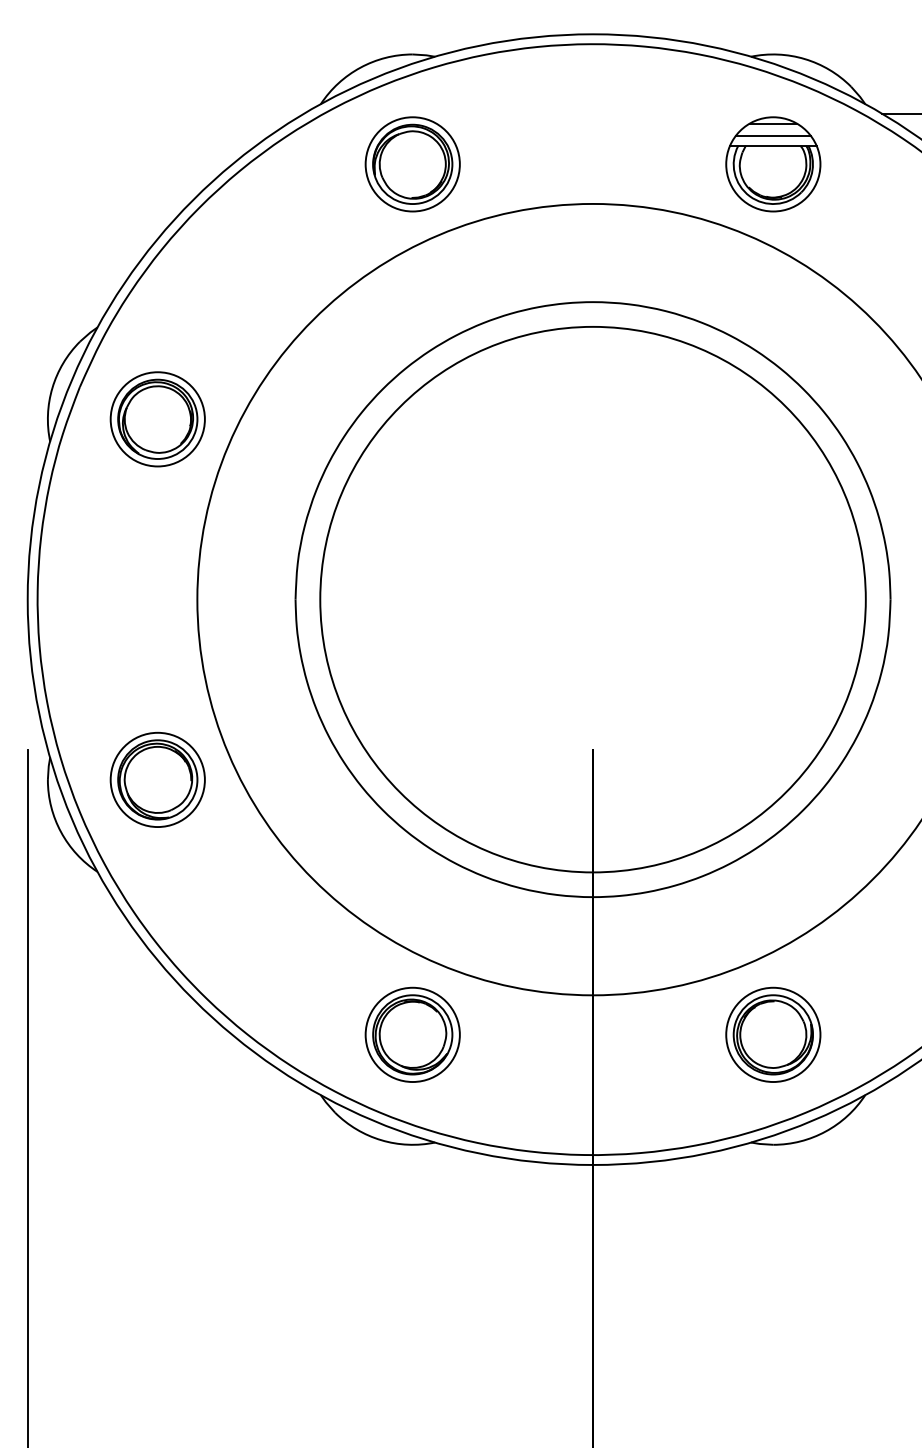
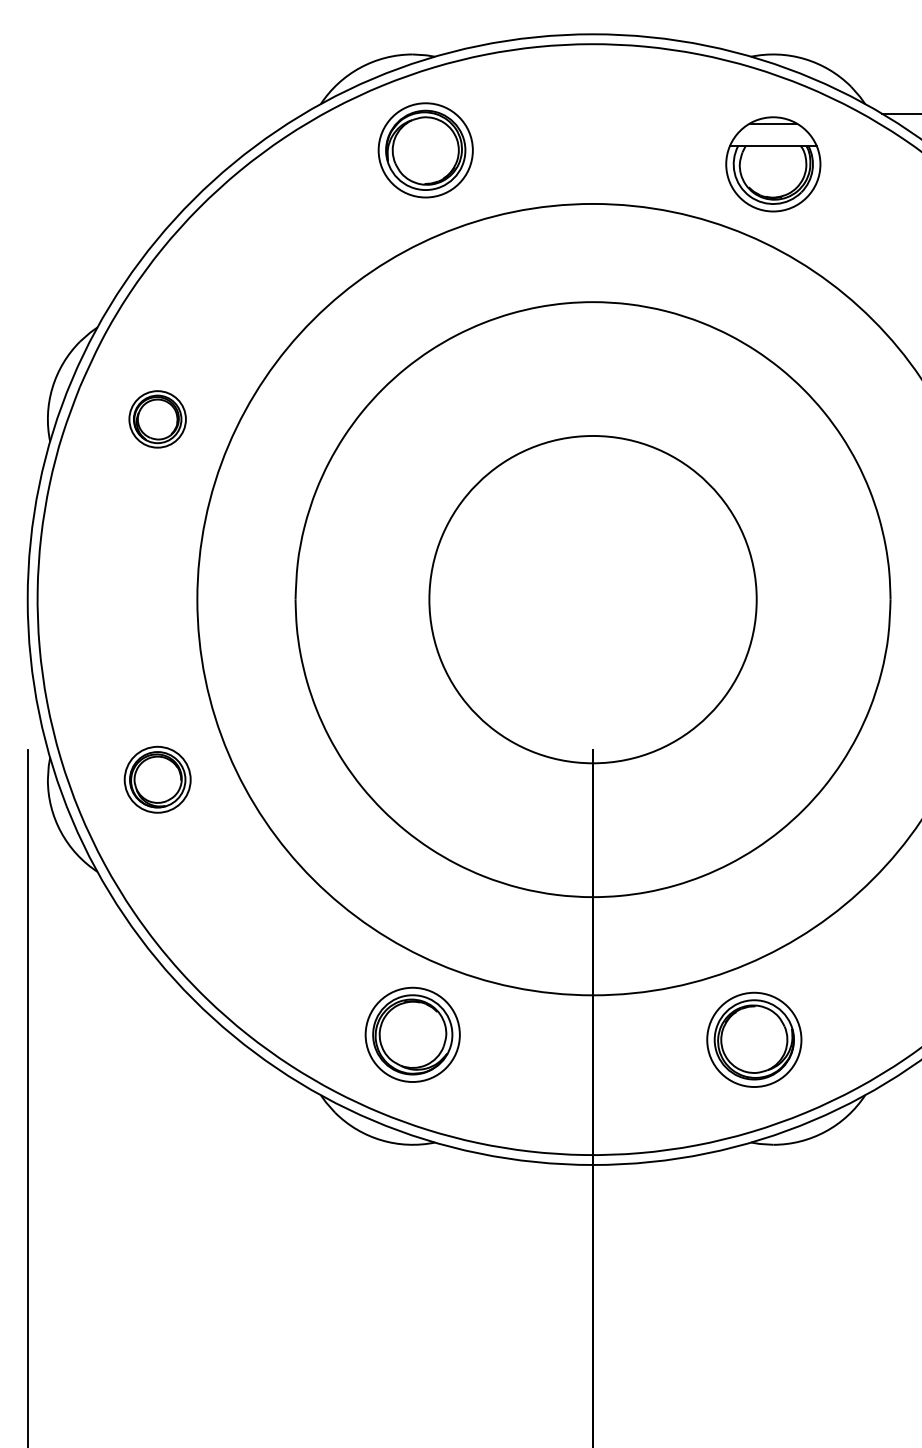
line at (772, 135): present -> none
part at (412, 164) position: (412, 164) -> (425, 150)
part at (157, 419) size: 97x97 px -> 59x59 px
circle at (592, 599) diameter: 546 px -> 327 px
part at (157, 779) size: 97x97 px -> 69x69 px
part at (773, 1034) position: (773, 1034) -> (754, 1039)
